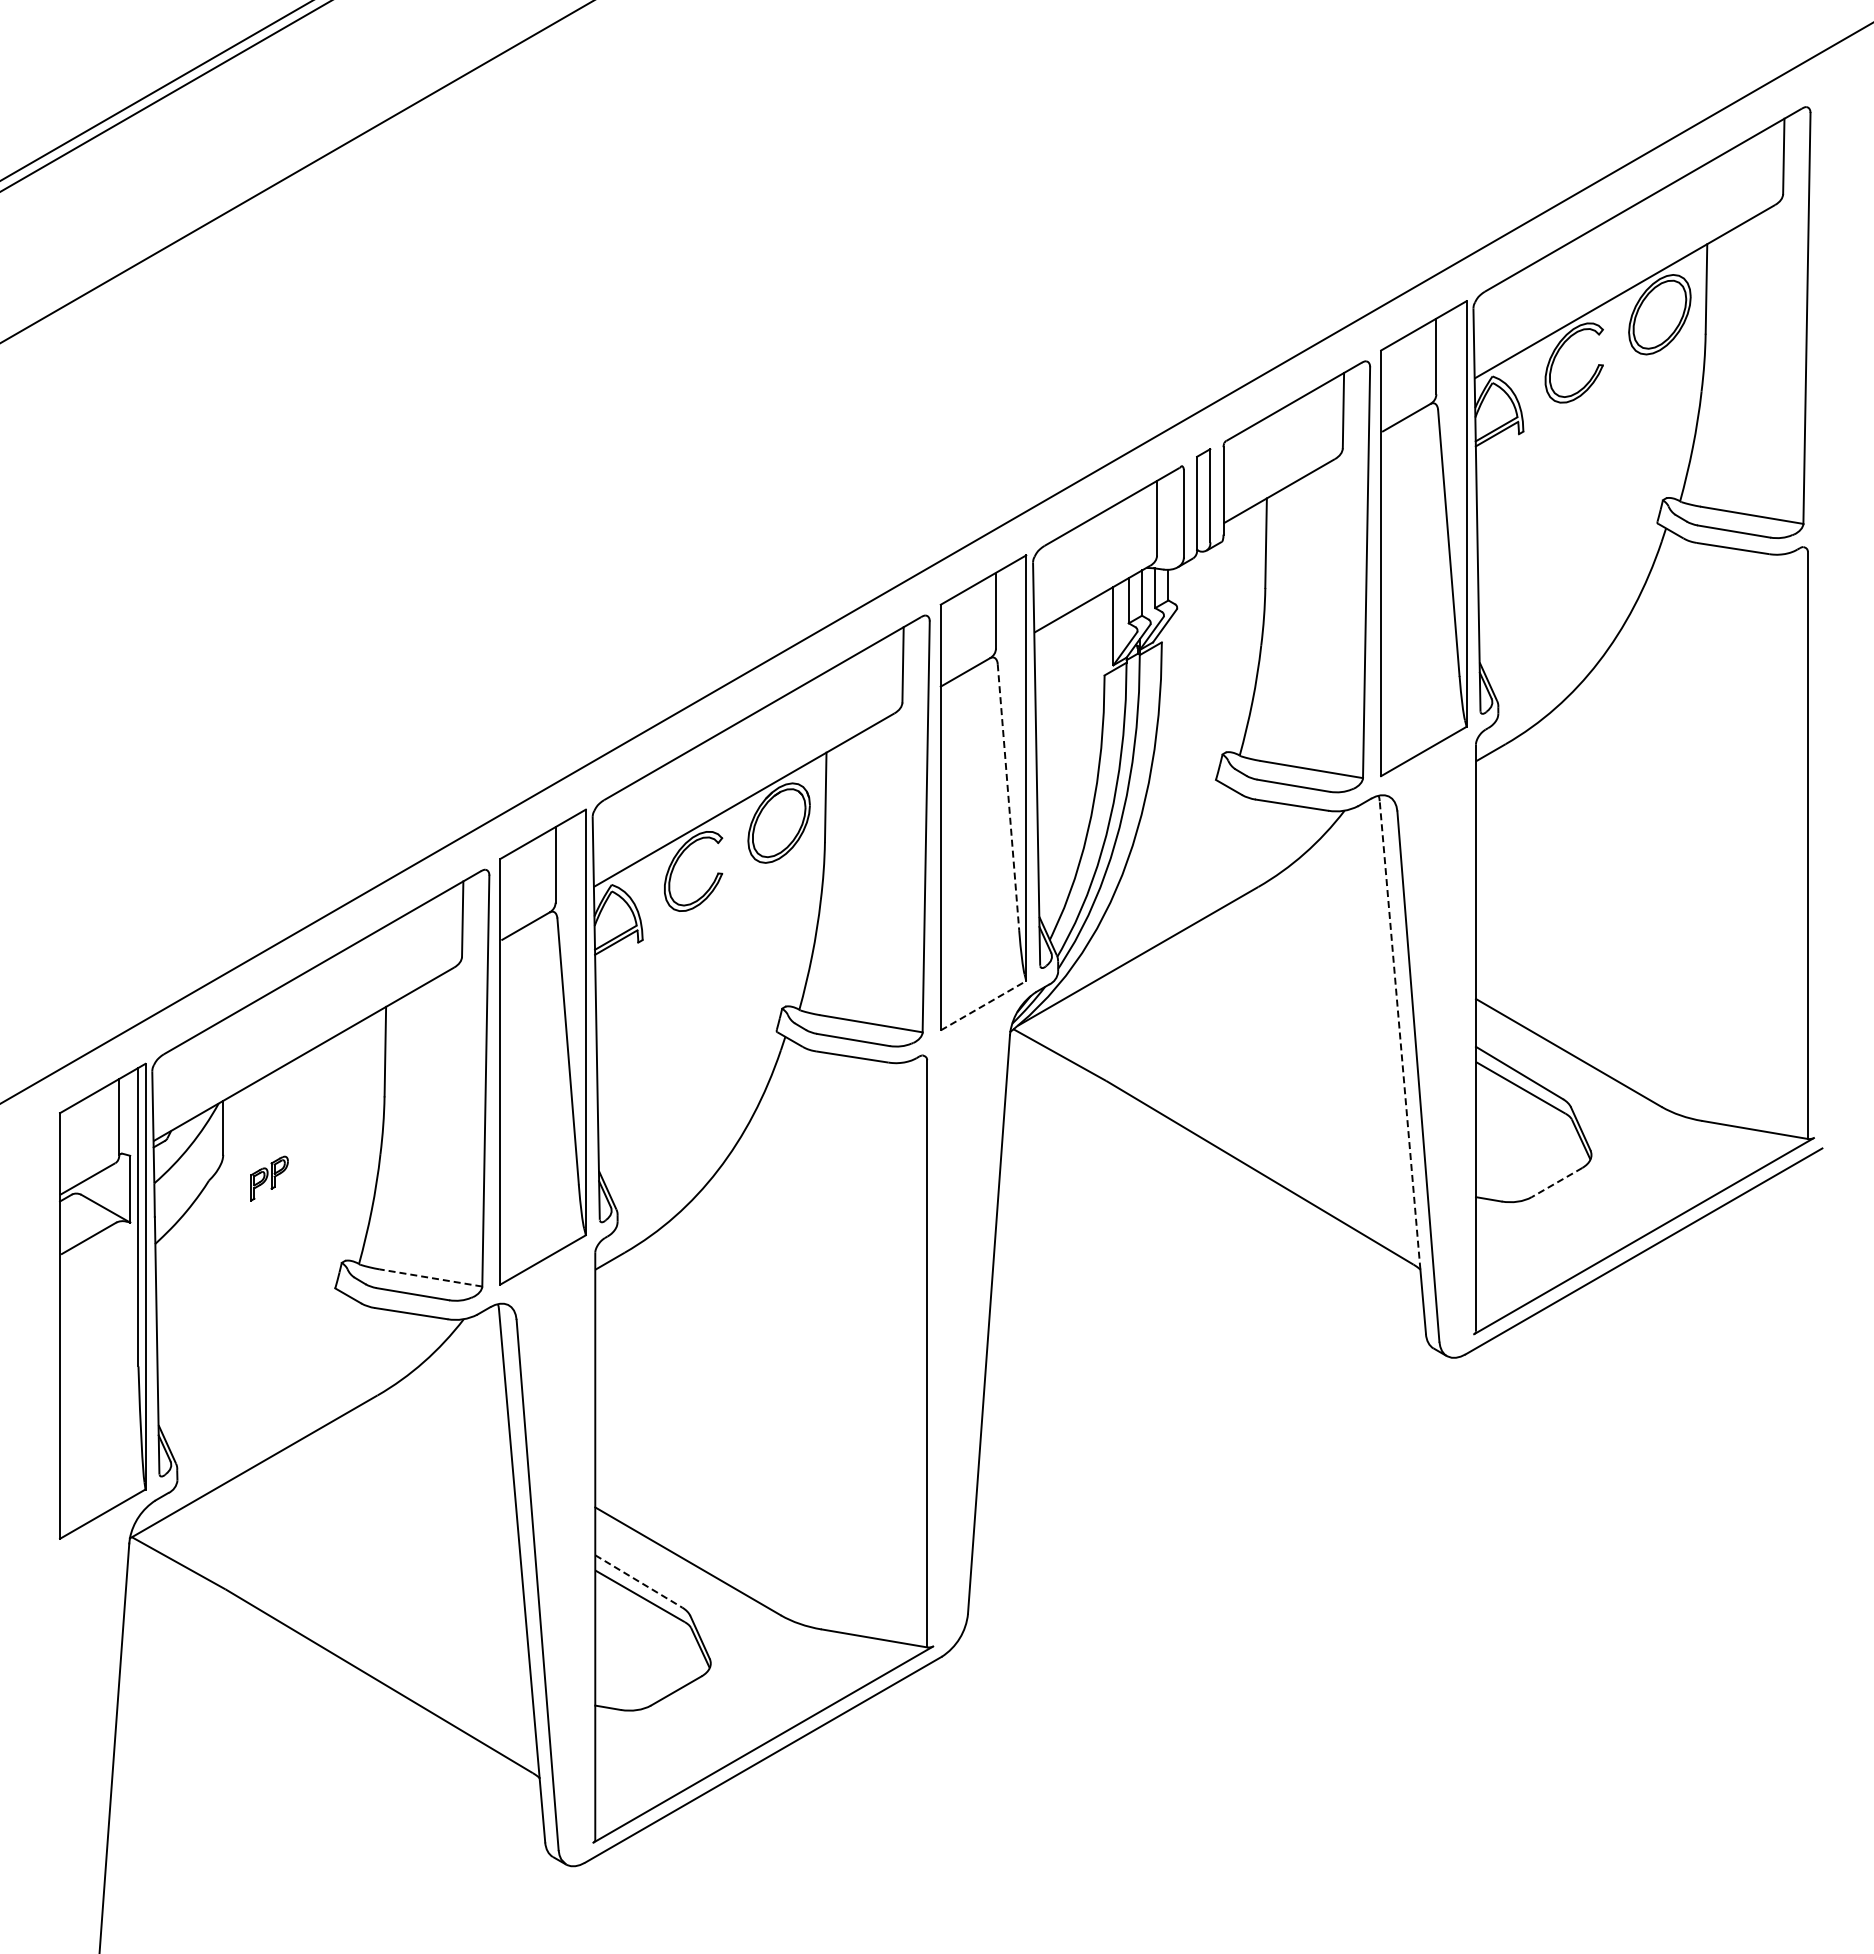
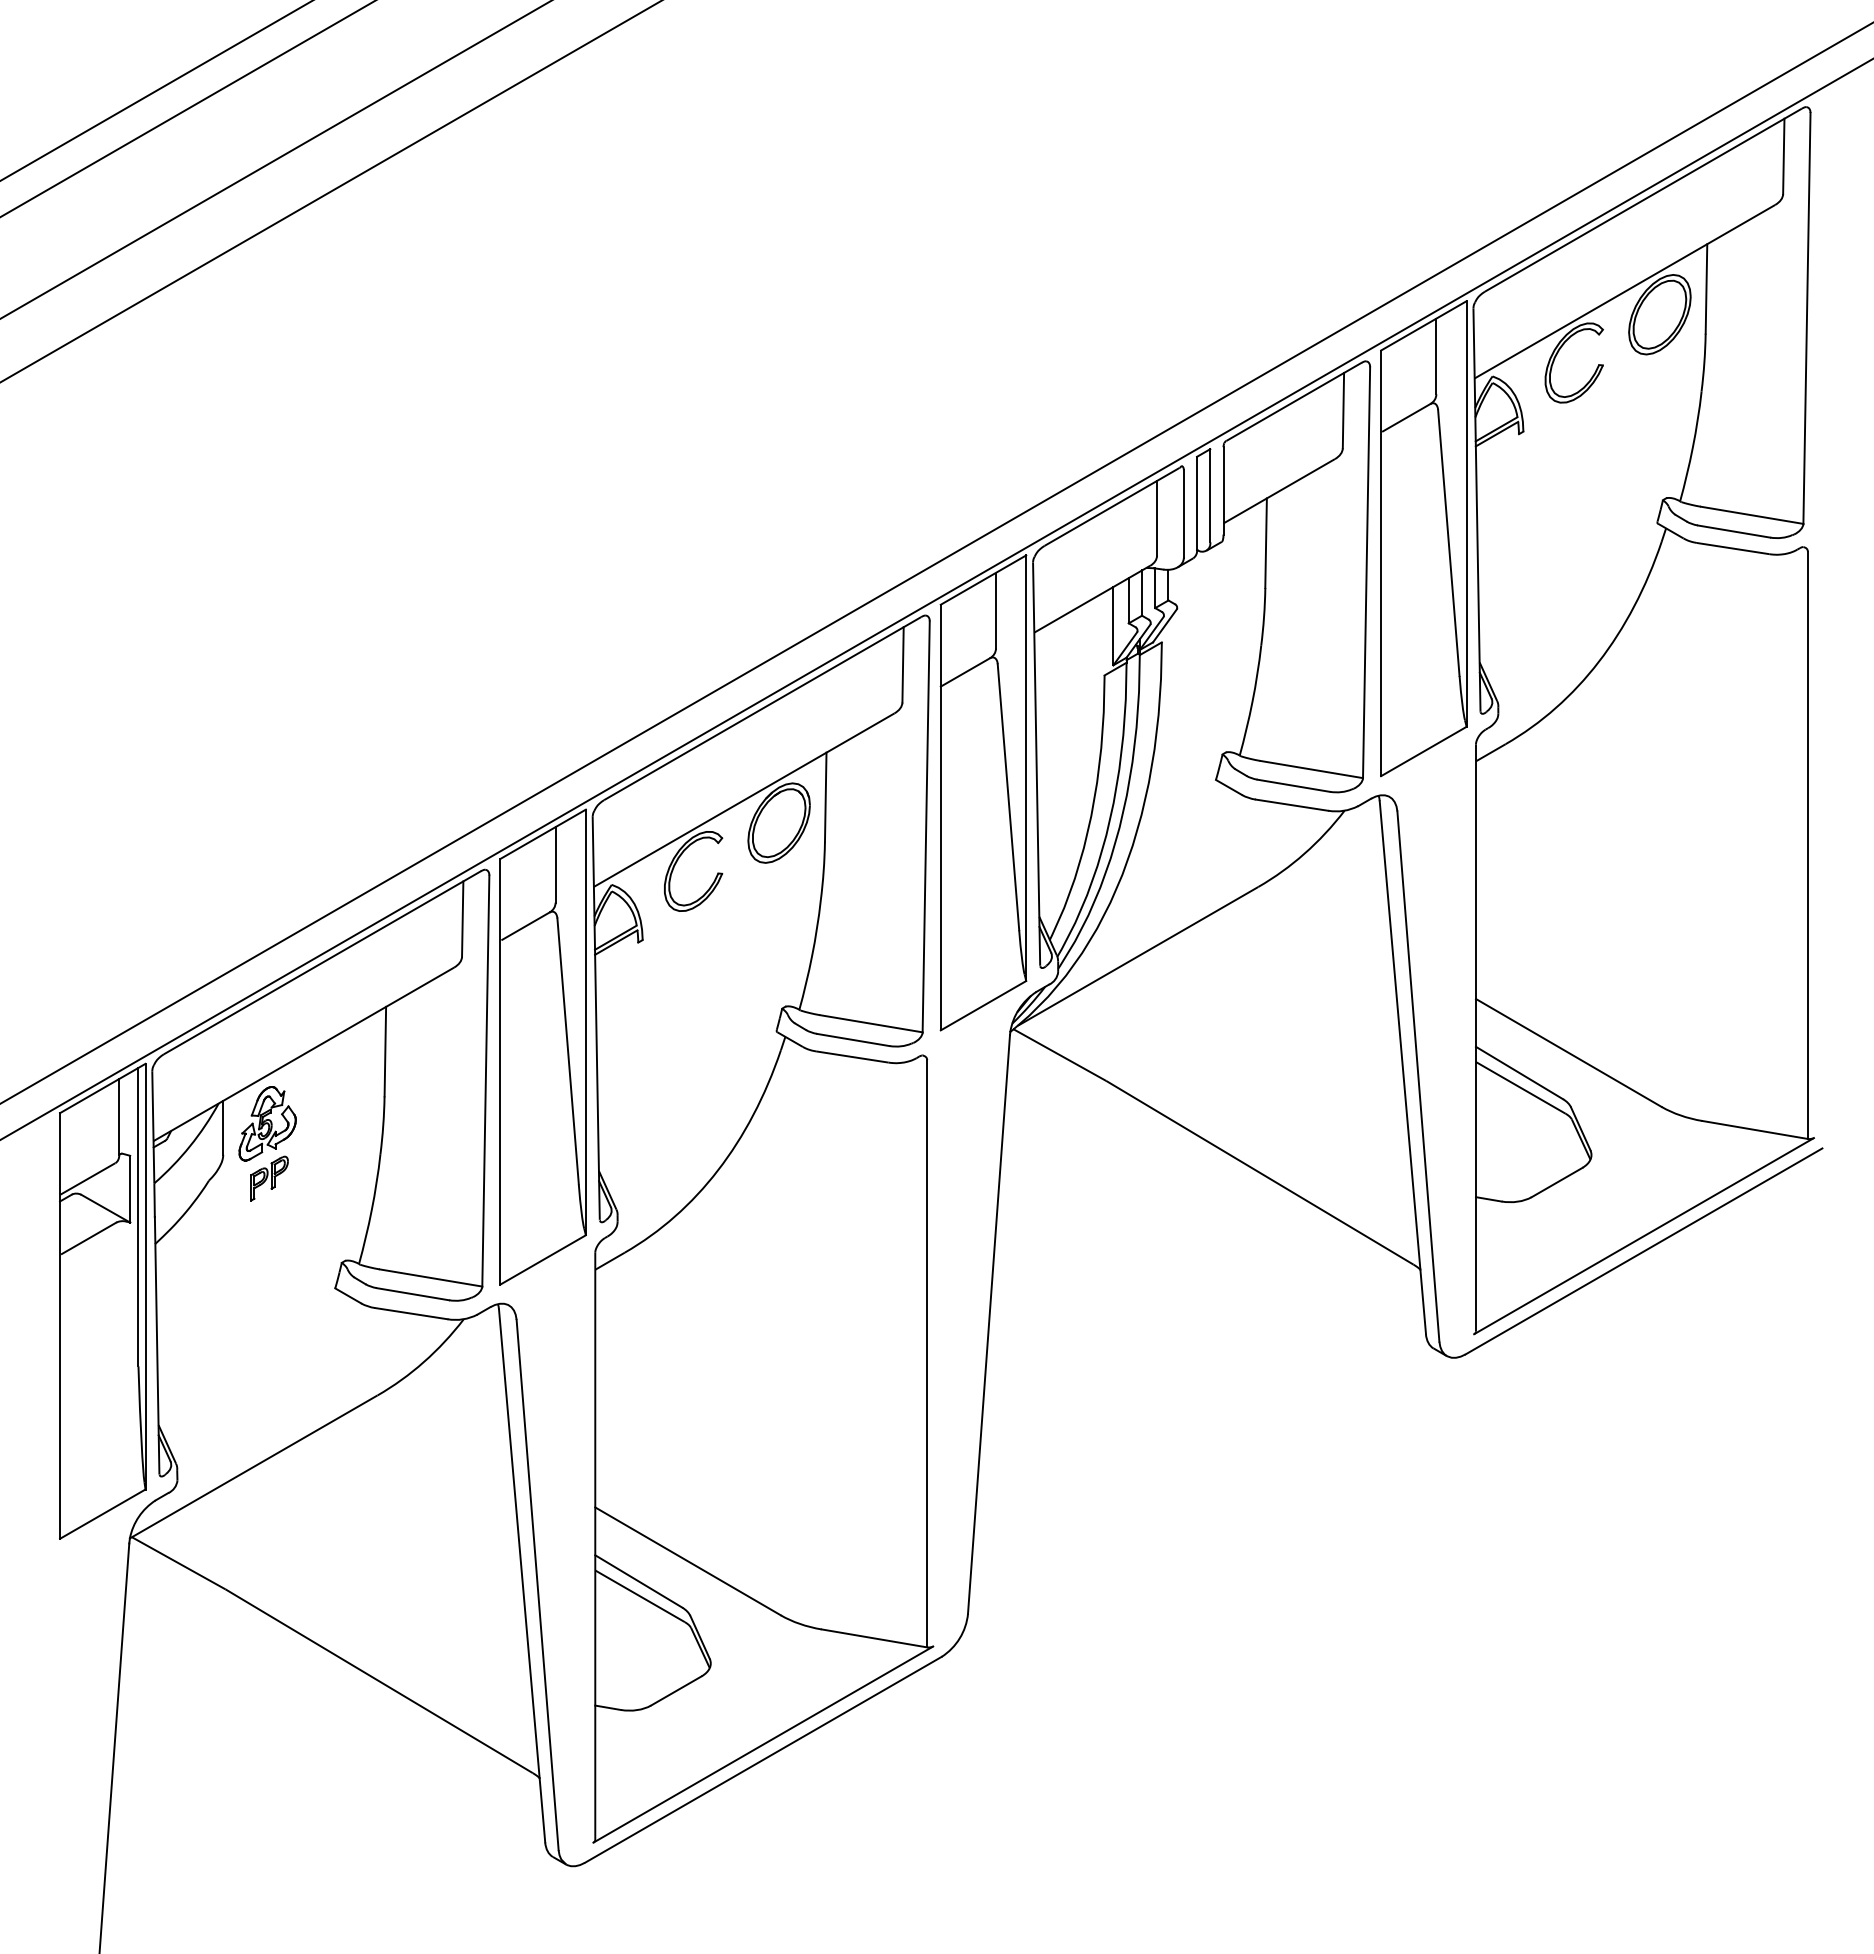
line at (165, 96) position: (165, 96) -> (187, 108)
line at (296, 171) position: (296, 171) -> (275, 159)
line at (330, 191): none -> present
line at (936, 599): none -> present
line at (1008, 797): dashed -> solid
line at (983, 1005): dashed -> solid
line at (1400, 1034): dashed -> solid
part at (267, 1123): none -> present
line at (1556, 1182): dashed -> solid
line at (431, 1277): dashed -> solid
line at (638, 1581): dashed -> solid
